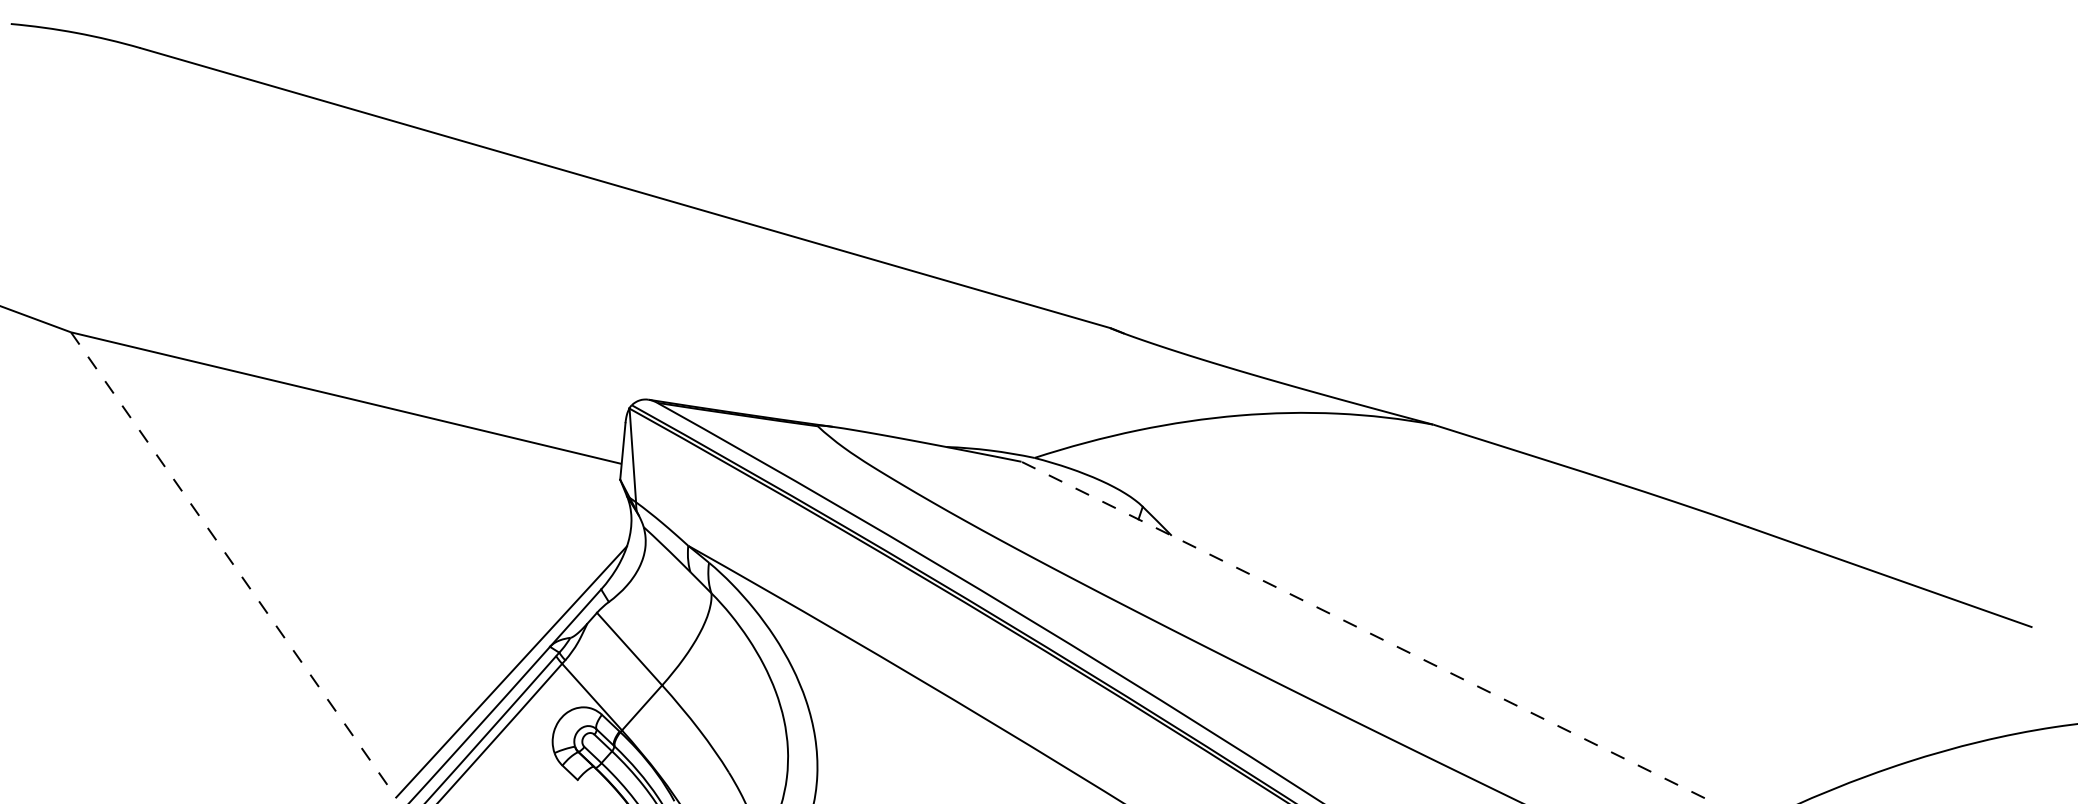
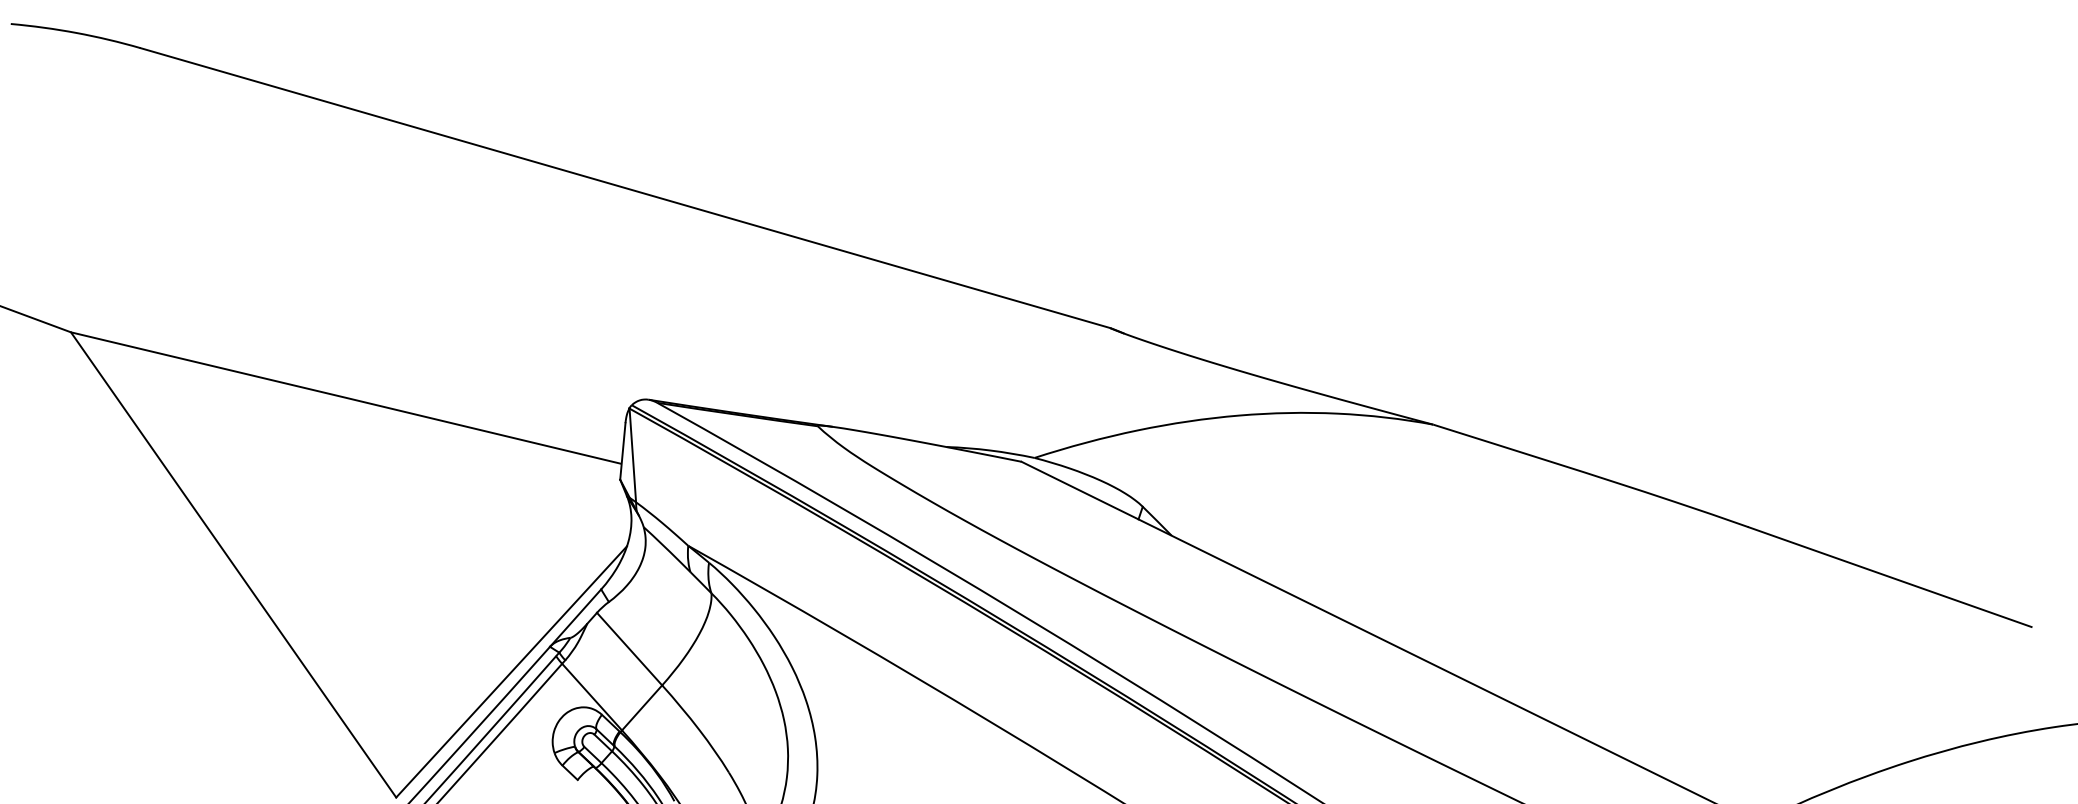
line at (233, 564): dashed -> solid
line at (1368, 632): dashed -> solid
